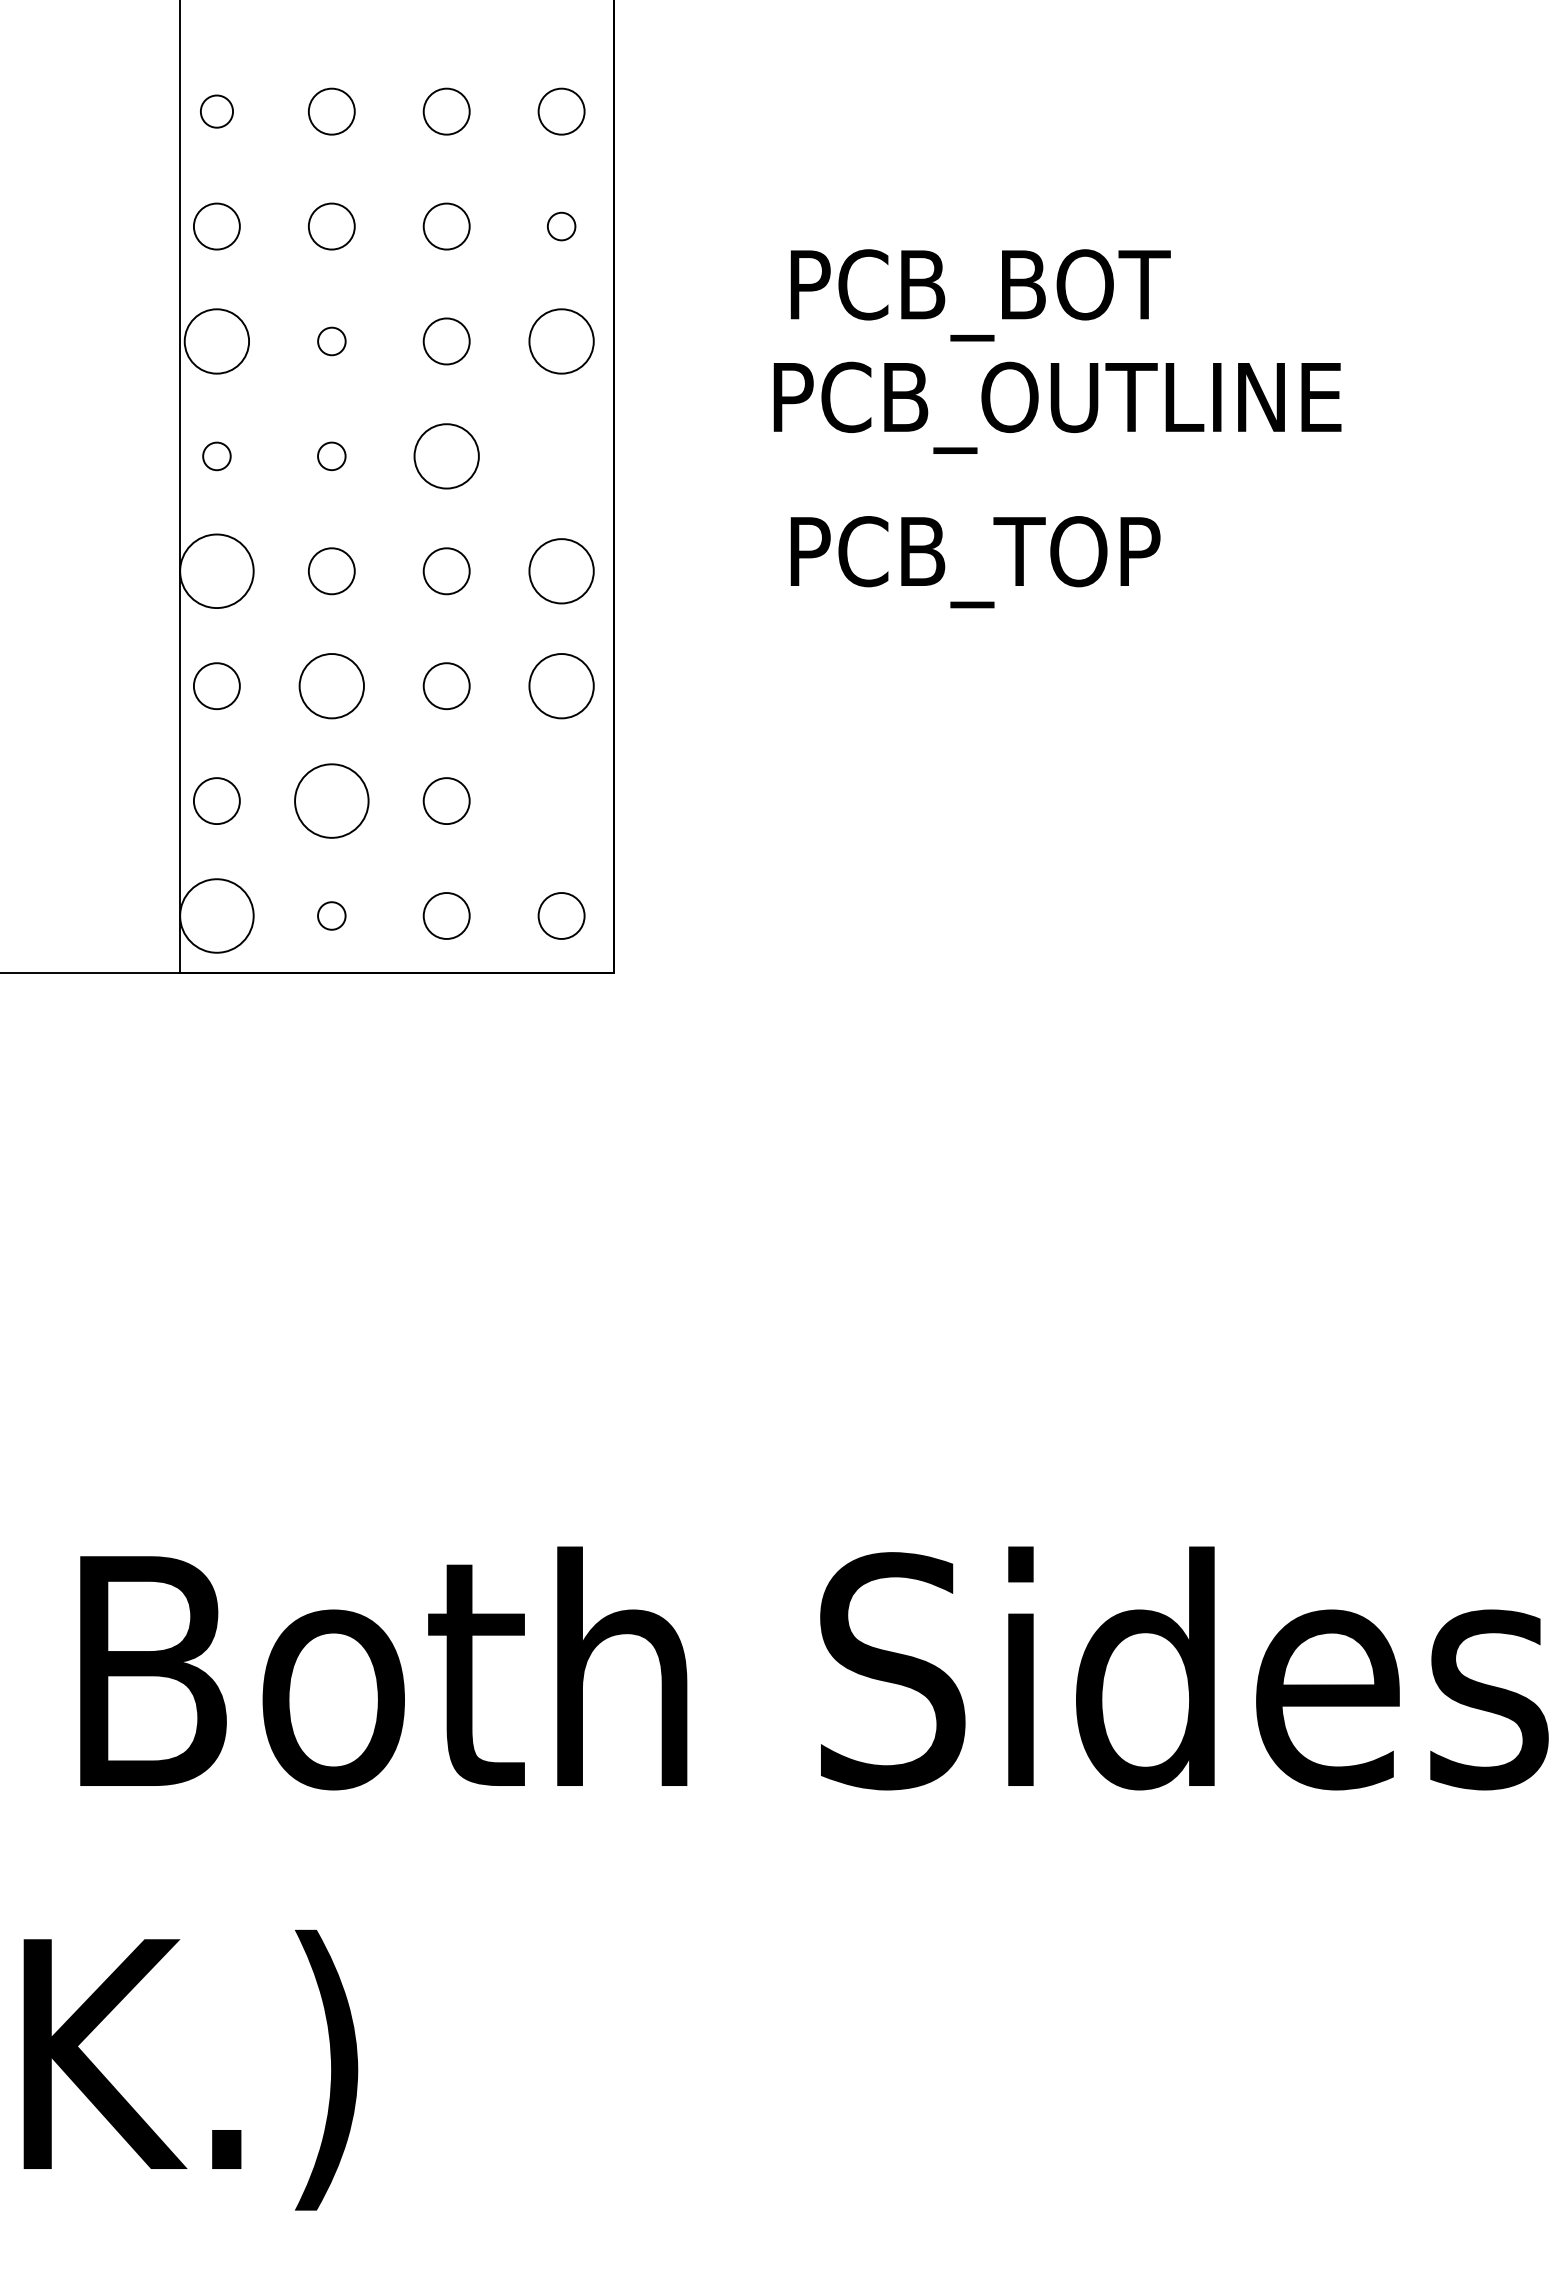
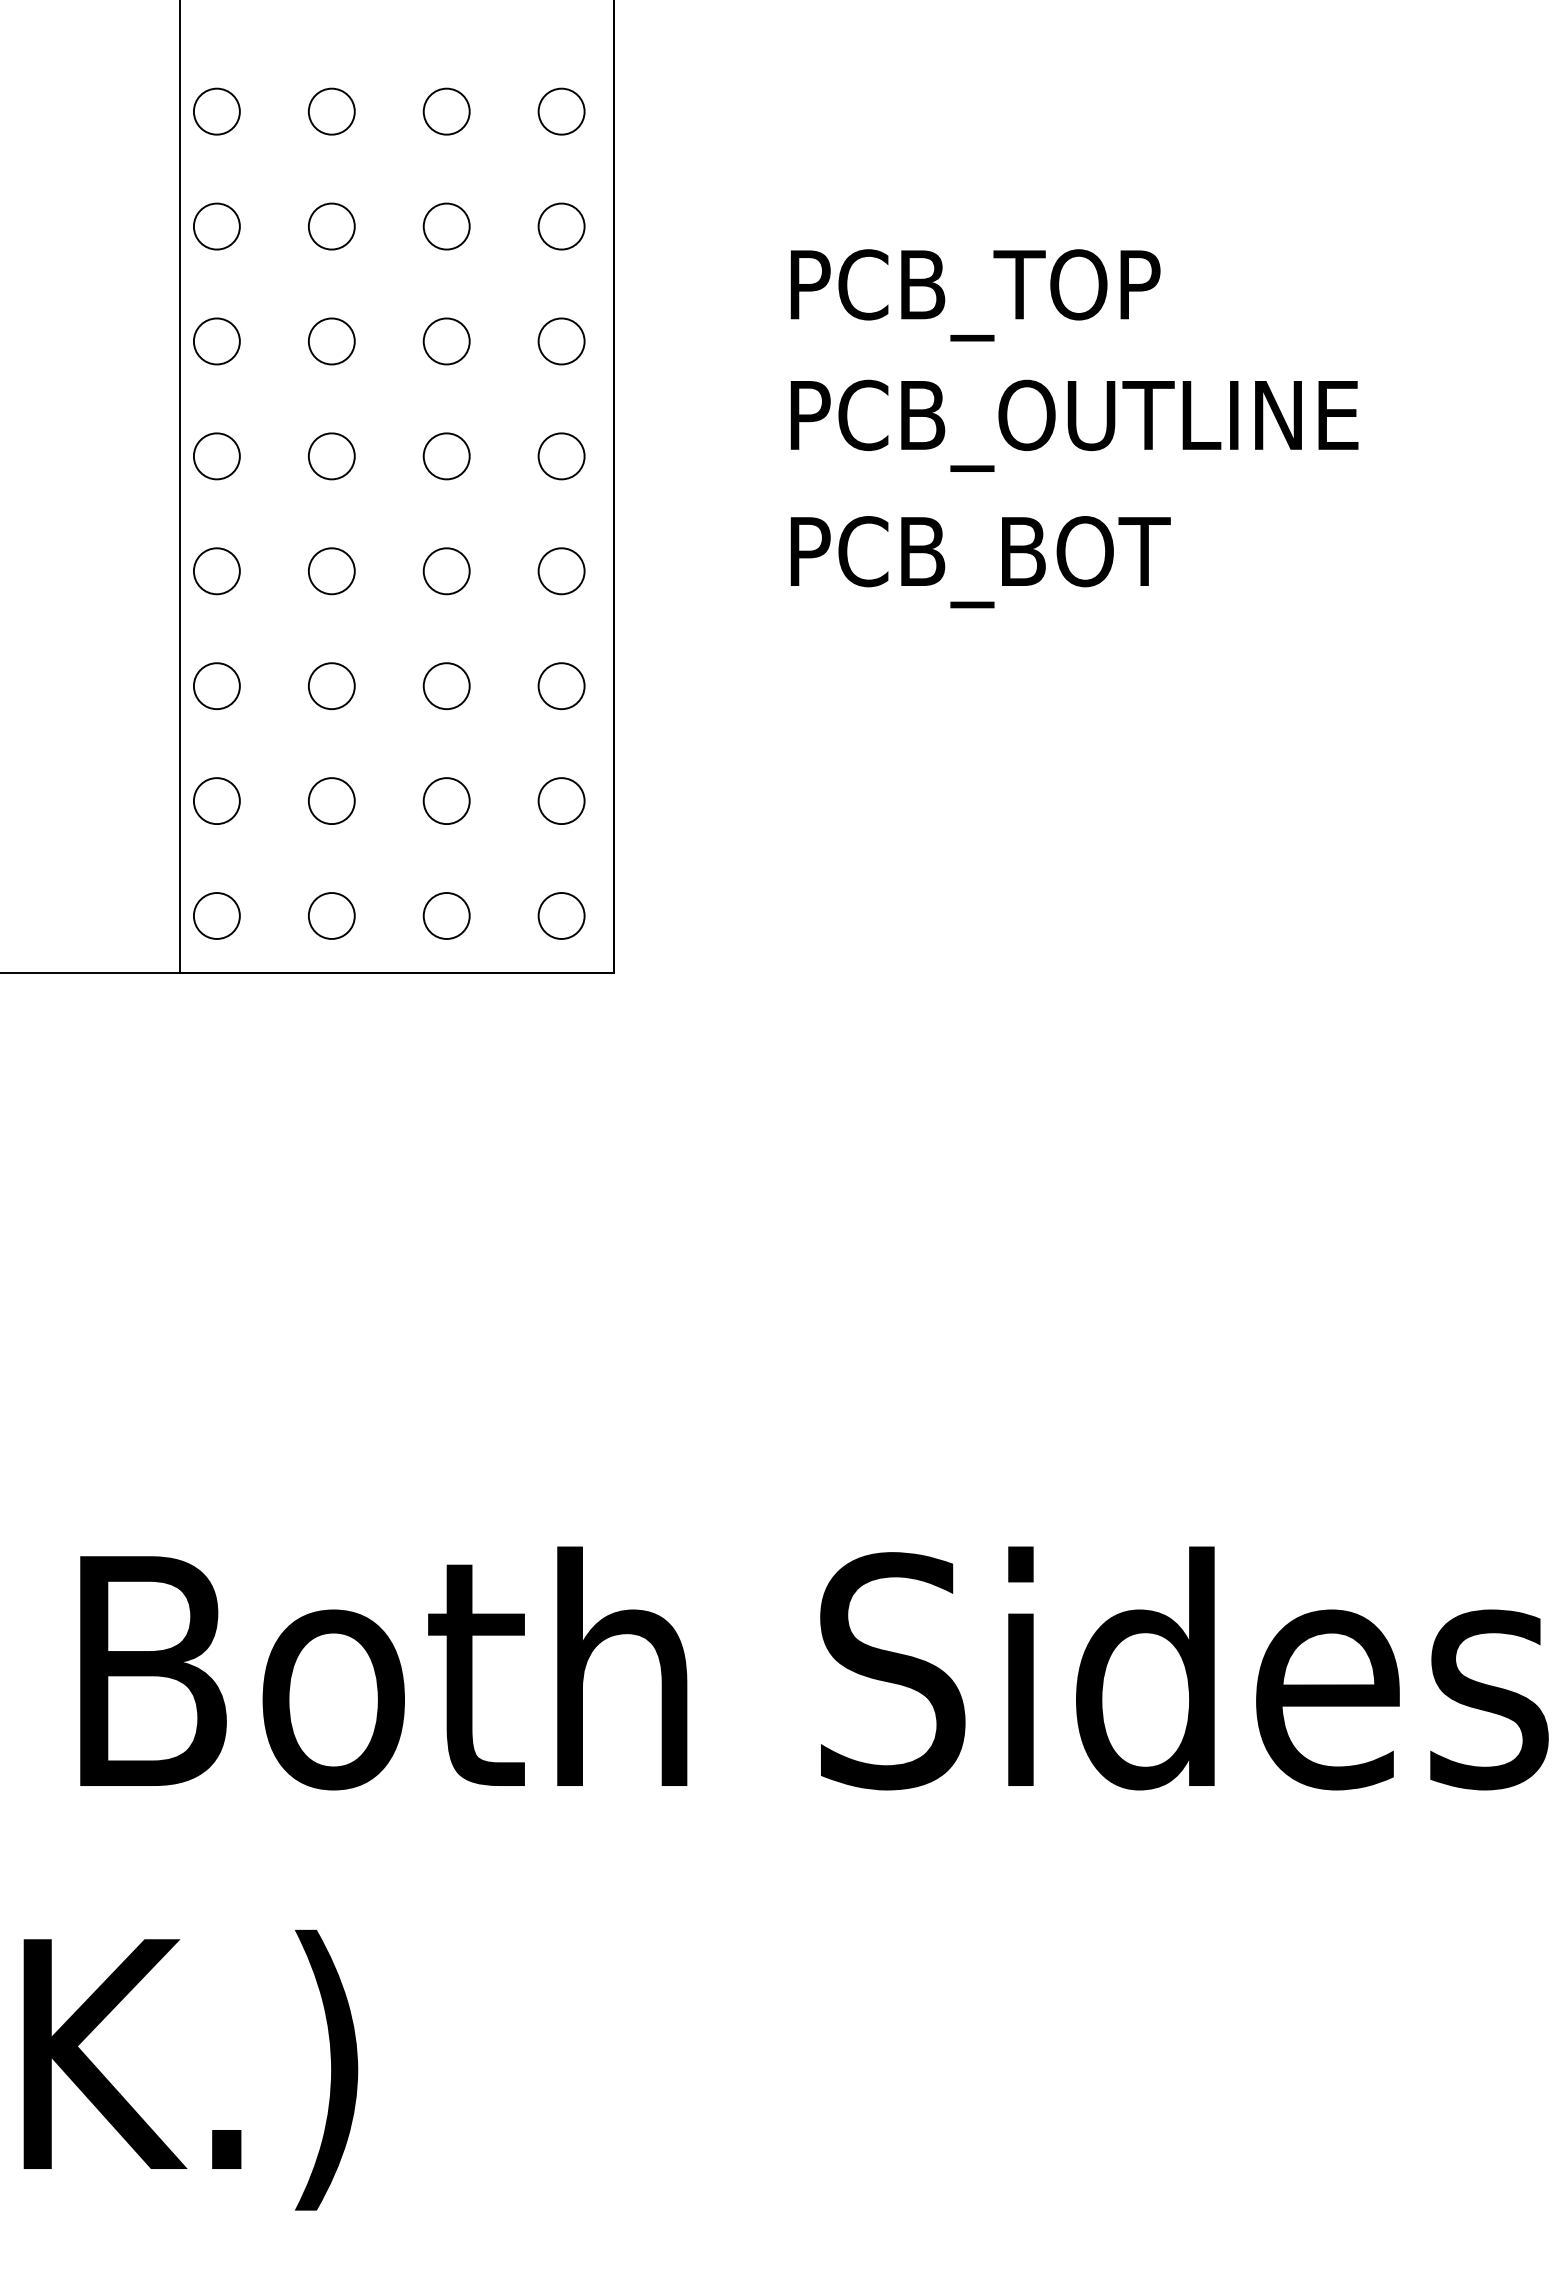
circle at (216, 111) size: 34x35 px -> 48x49 px
circle at (561, 226) diameter: 28 px -> 46 px
text at (1081, 284): PCB_BOT -> PCB_TOP
circle at (216, 341) diameter: 64 px -> 46 px
circle at (331, 341) size: 30x31 px -> 48x49 px
circle at (561, 341) diameter: 64 px -> 46 px
text at (1057, 407) position: (1057, 407) -> (1074, 425)
circle at (216, 456) size: 30x31 px -> 48x49 px
circle at (331, 456) diameter: 28 px -> 46 px
circle at (446, 456) diameter: 64 px -> 46 px
circle at (561, 456): none -> present
text at (1081, 551): PCB_TOP -> PCB_BOT
circle at (216, 571) diameter: 74 px -> 46 px
circle at (561, 571) diameter: 64 px -> 46 px
circle at (331, 686) diameter: 64 px -> 46 px
circle at (561, 686) diameter: 64 px -> 46 px
circle at (331, 800) diameter: 74 px -> 46 px
circle at (561, 800): none -> present
circle at (216, 915) diameter: 74 px -> 46 px
circle at (331, 915) diameter: 28 px -> 46 px
